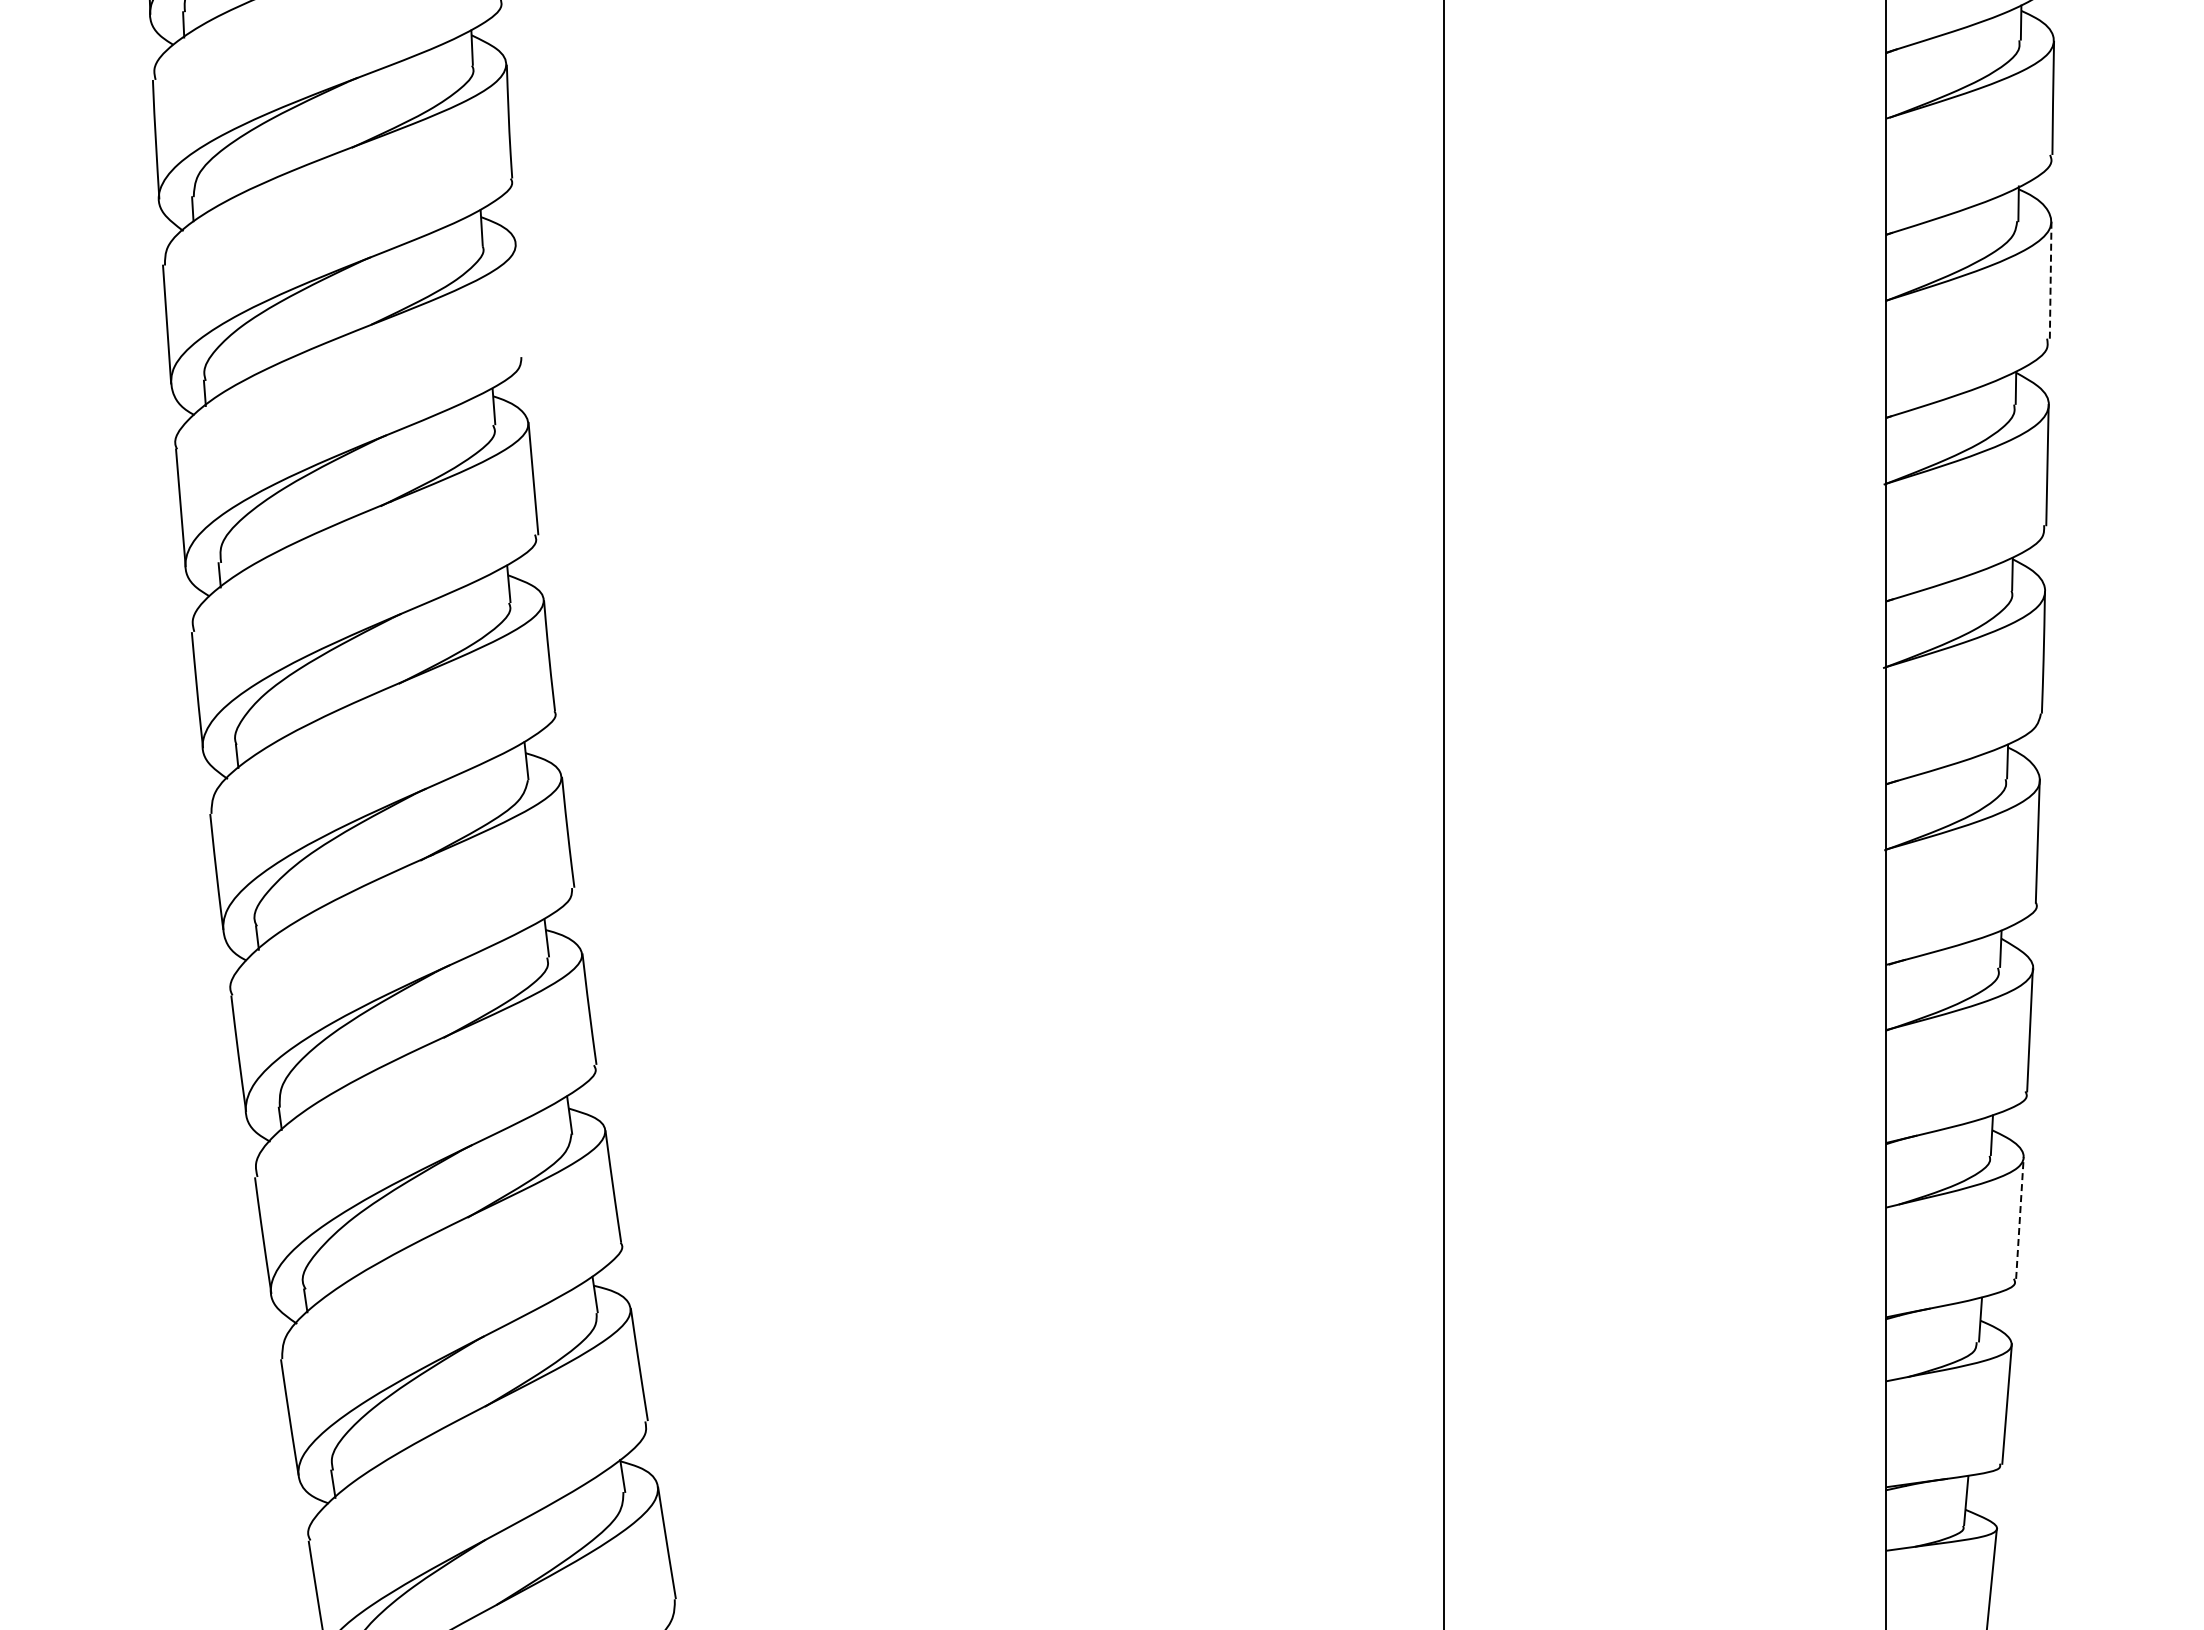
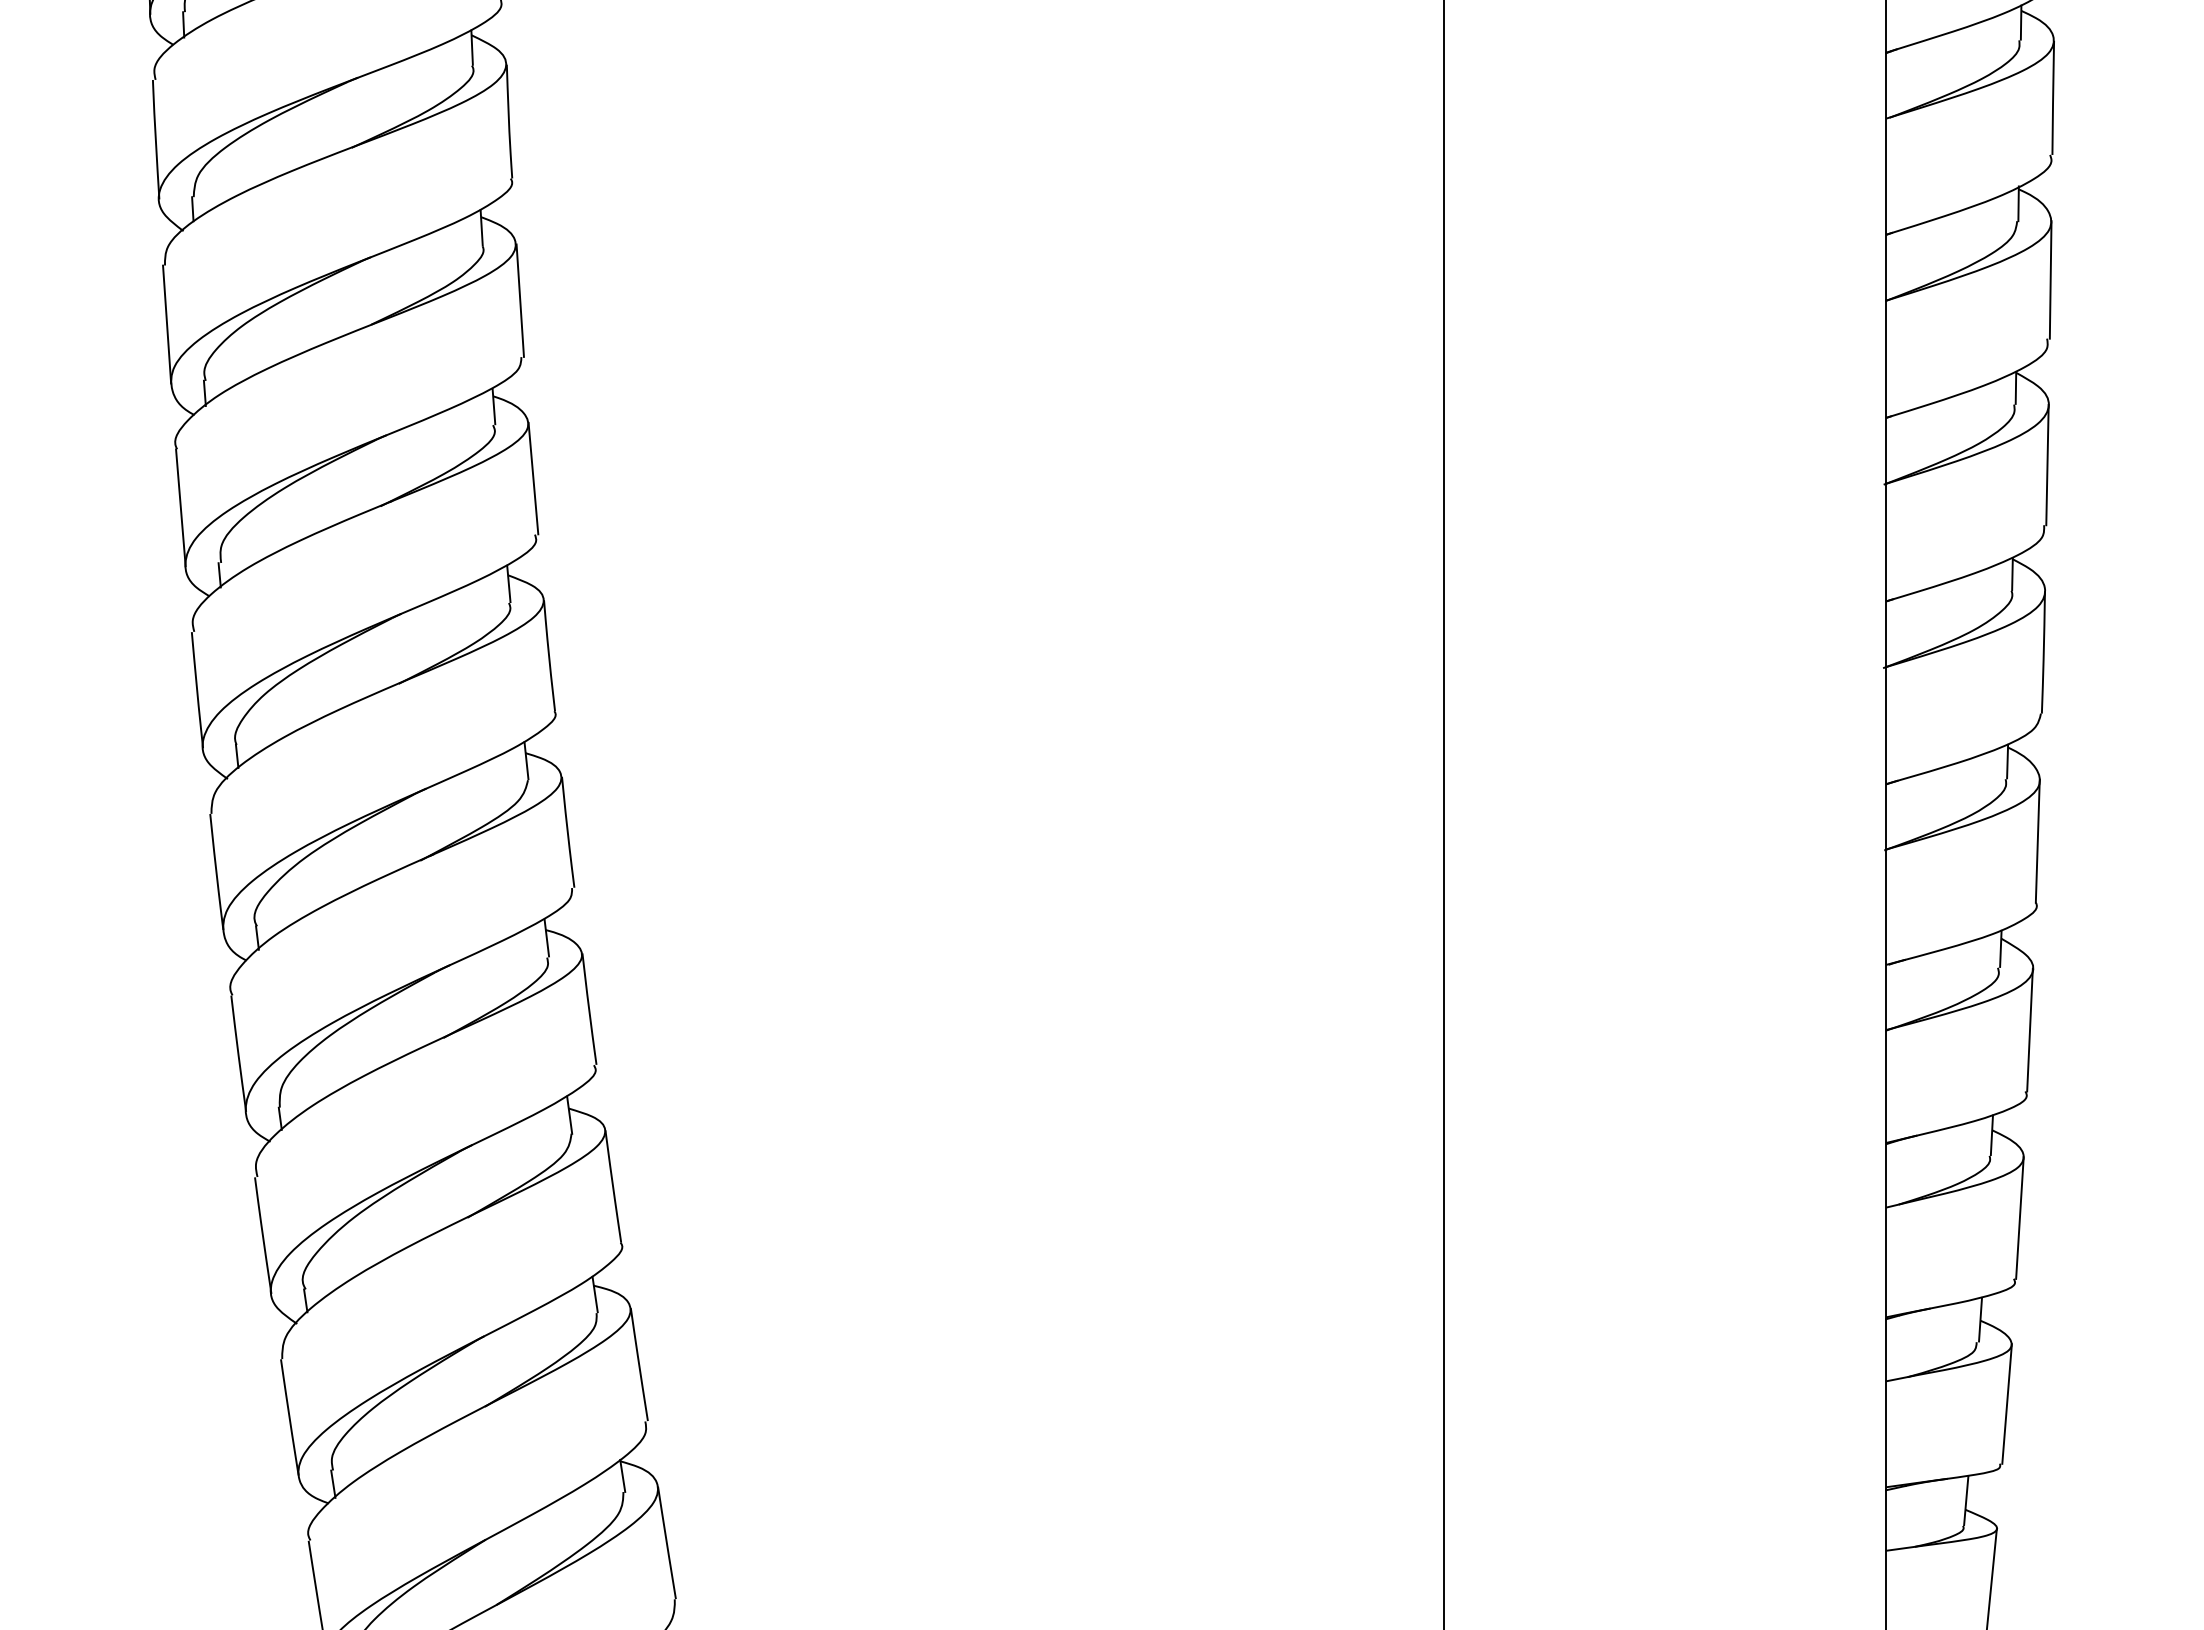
line at (2050, 279): dashed -> solid
line at (519, 300): none -> present
line at (2019, 1218): dashed -> solid
